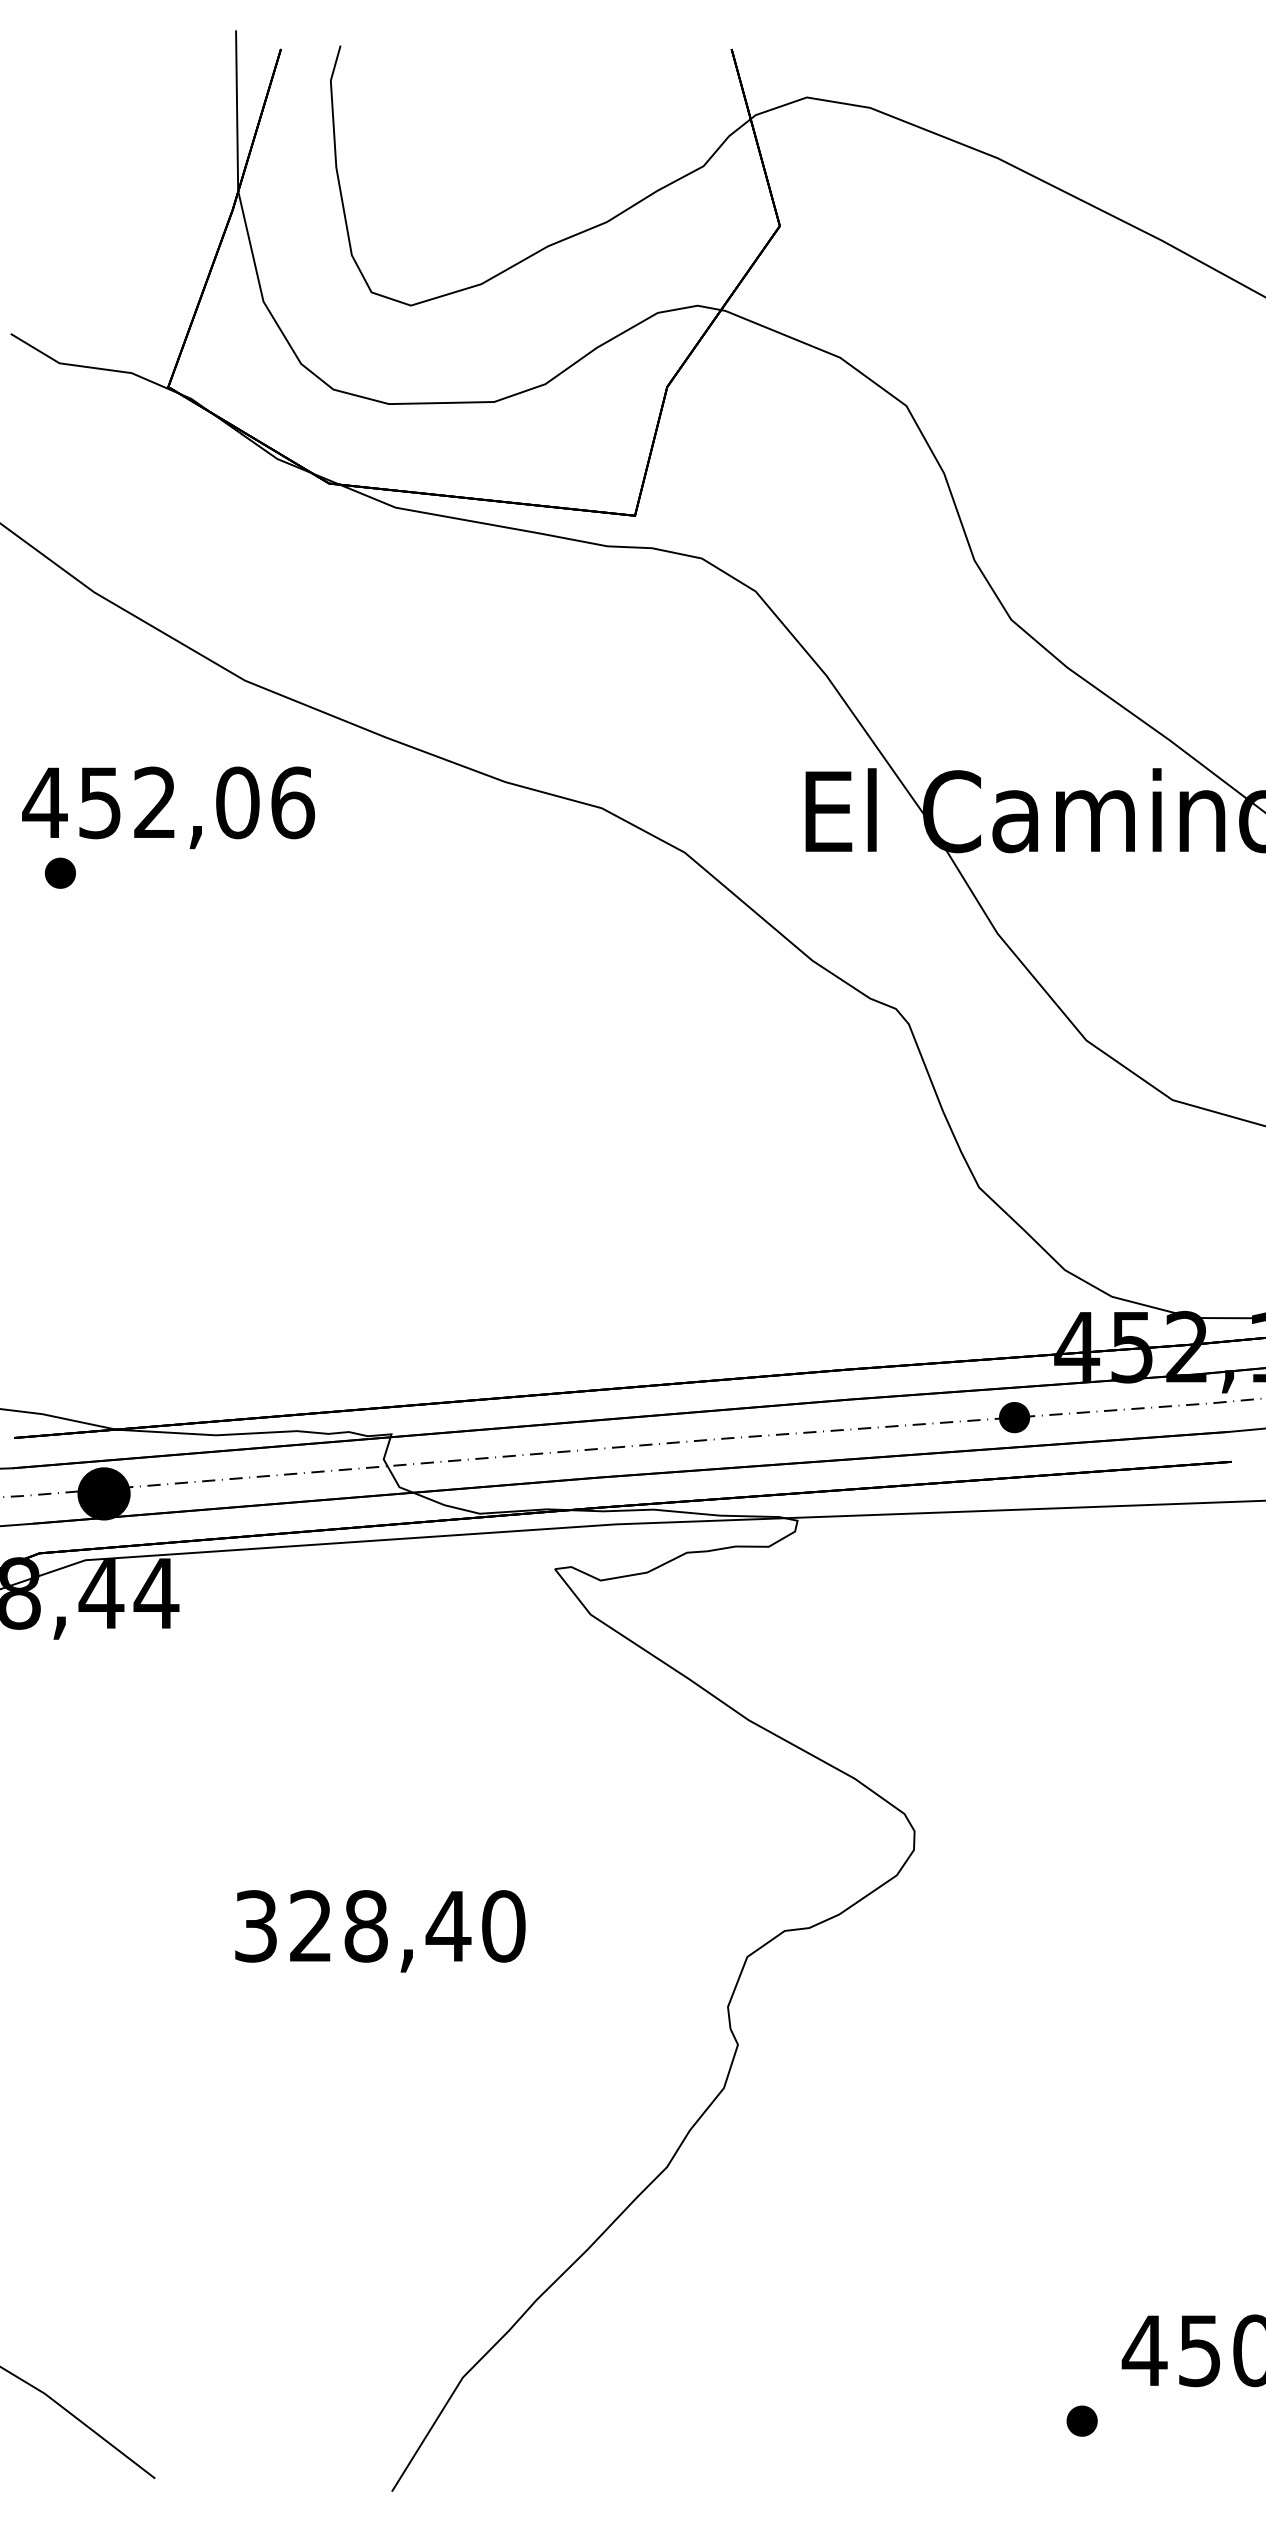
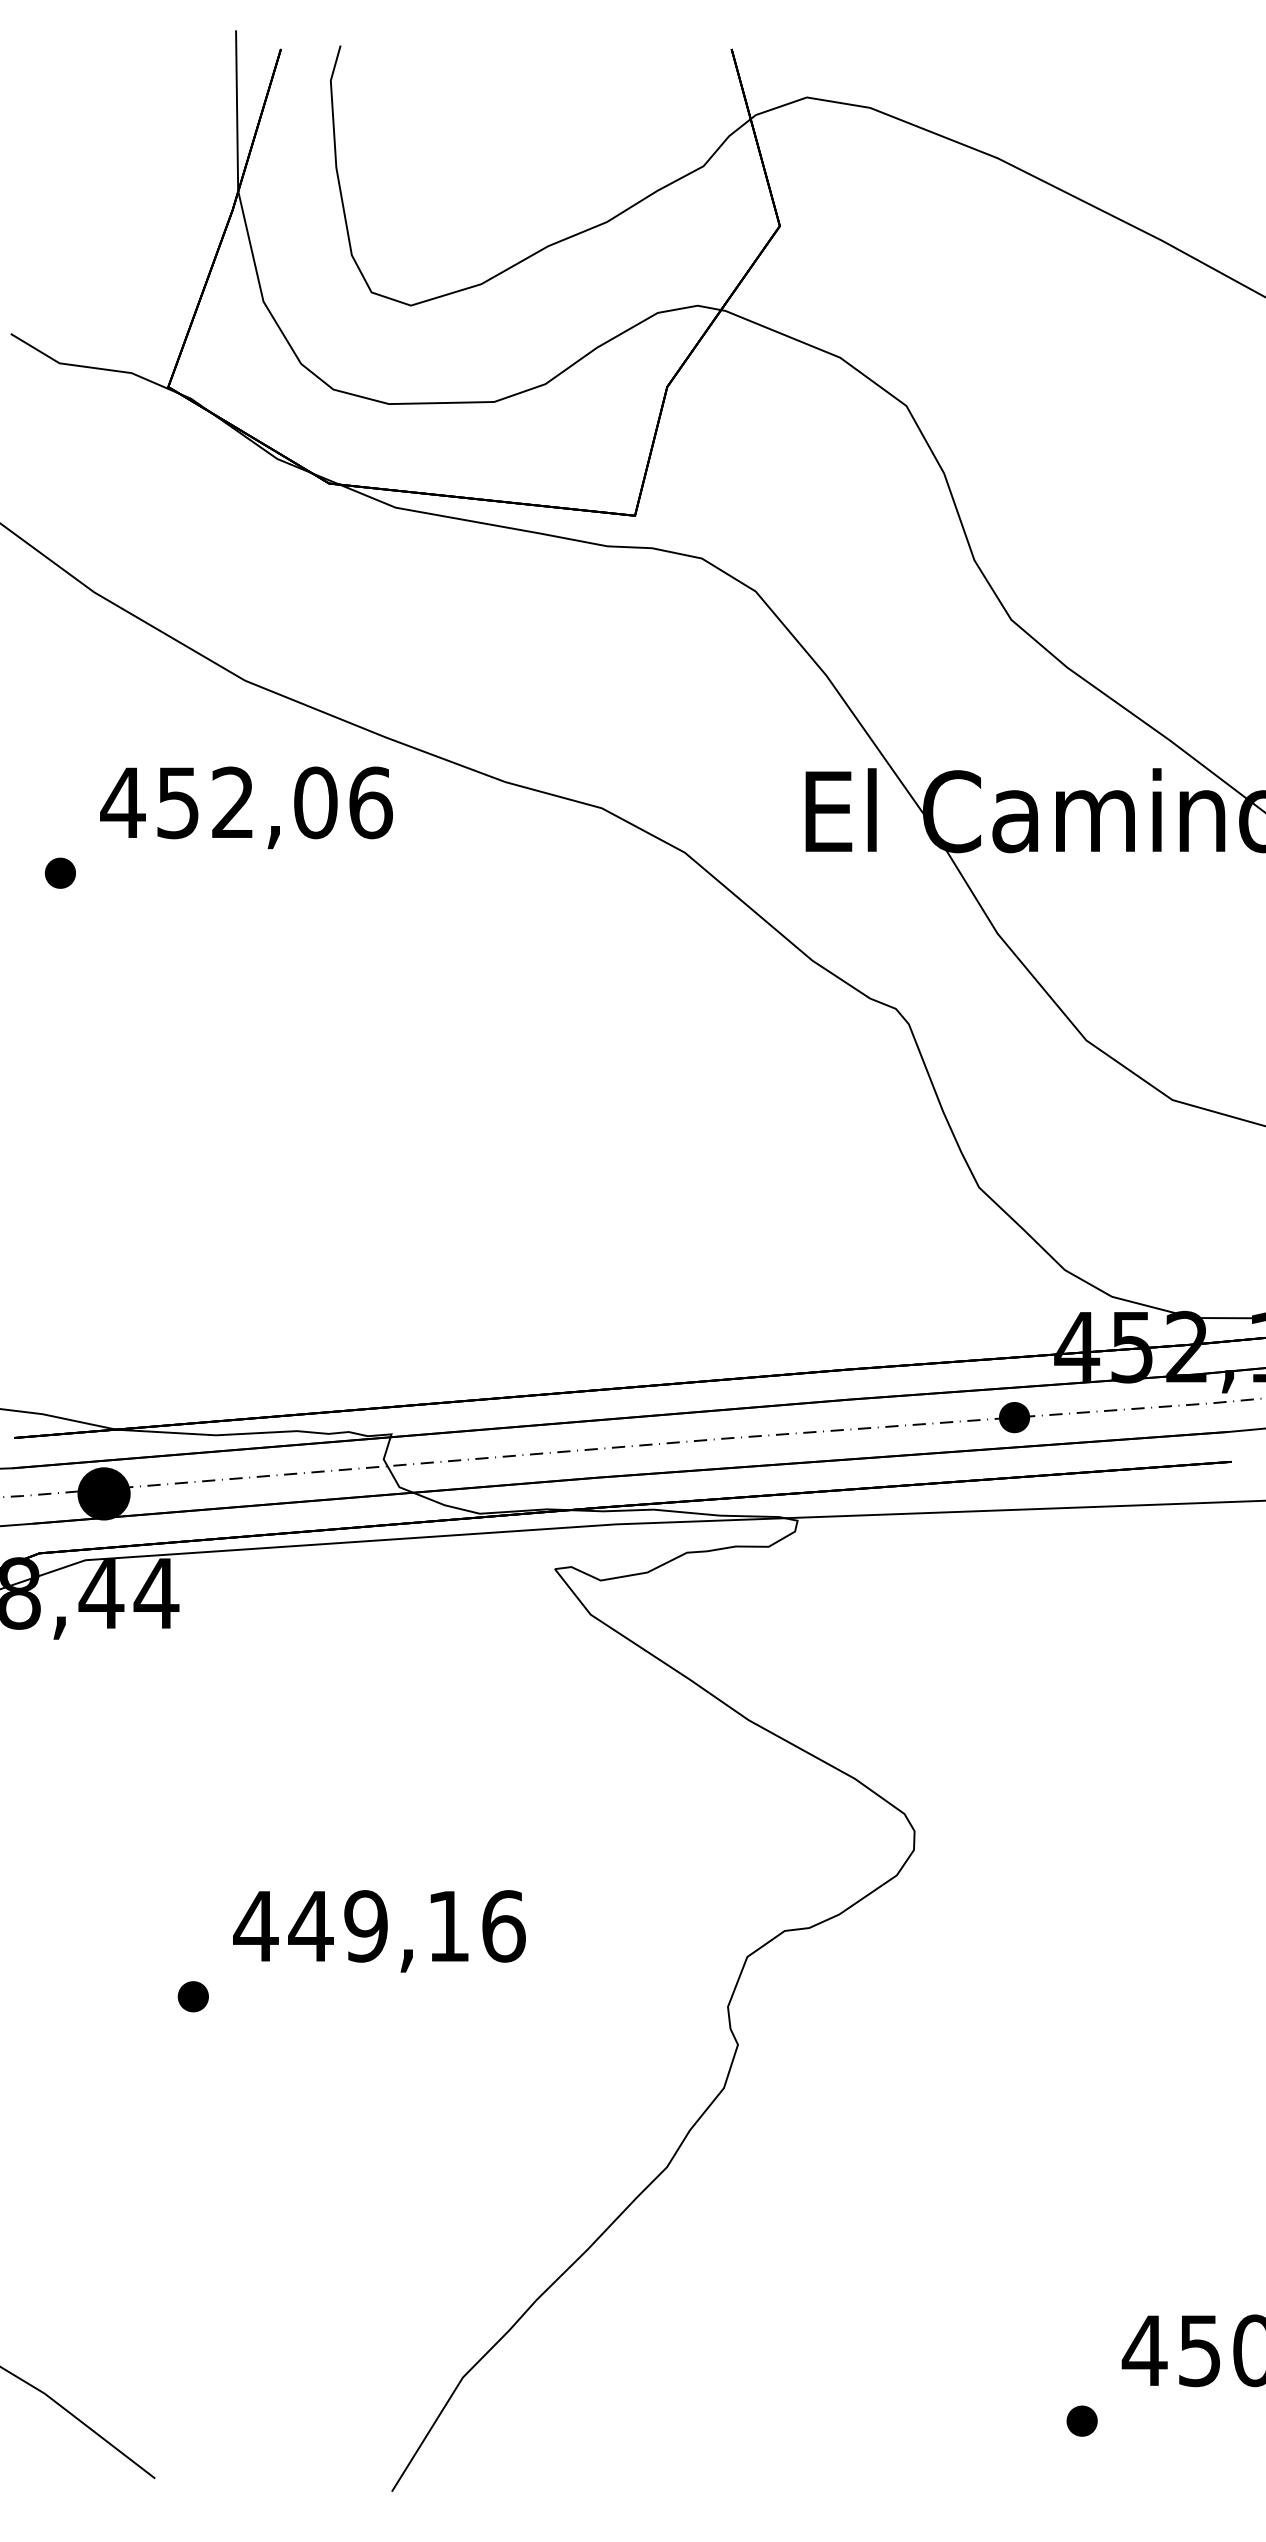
text at (168, 807) position: (168, 807) -> (246, 807)
text at (379, 1926): 328,40 -> 449,16
part at (192, 1996): none -> present
